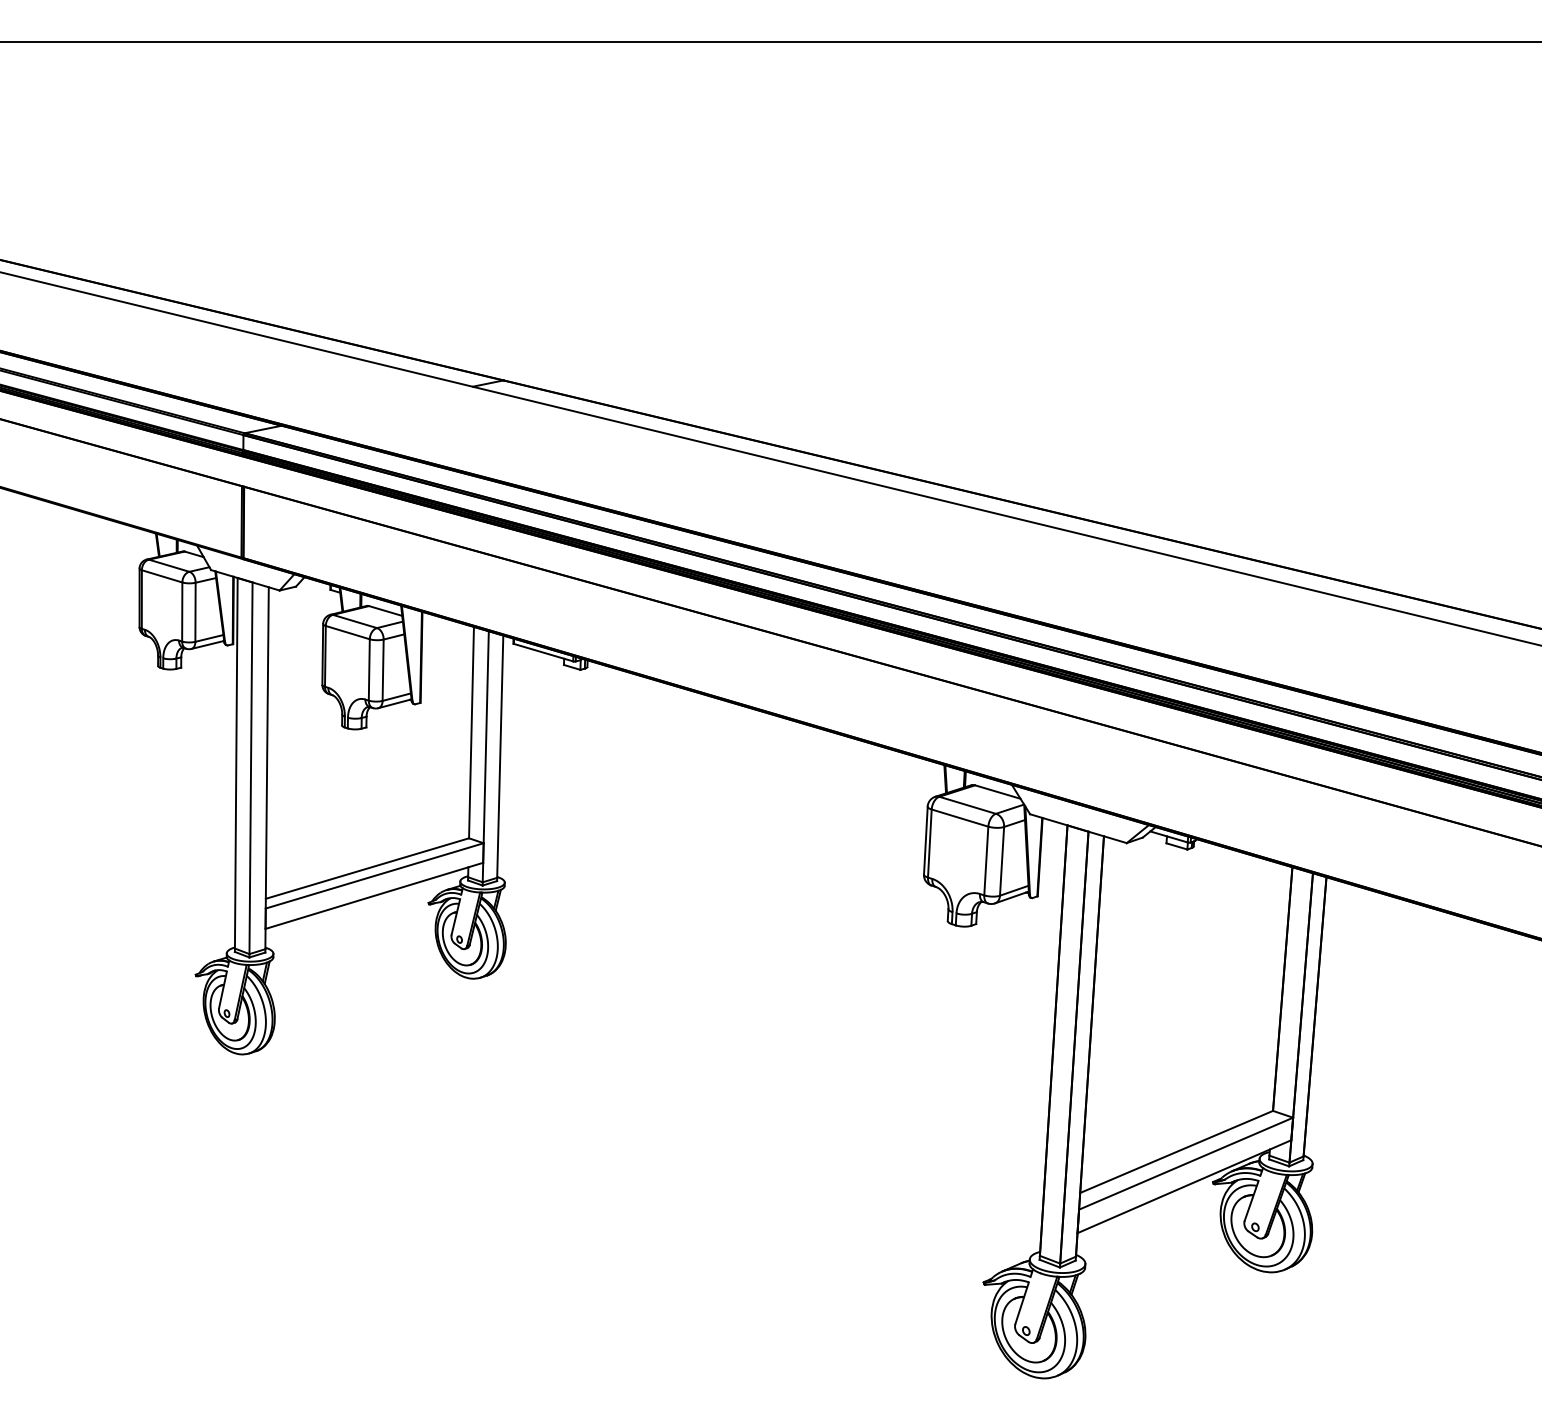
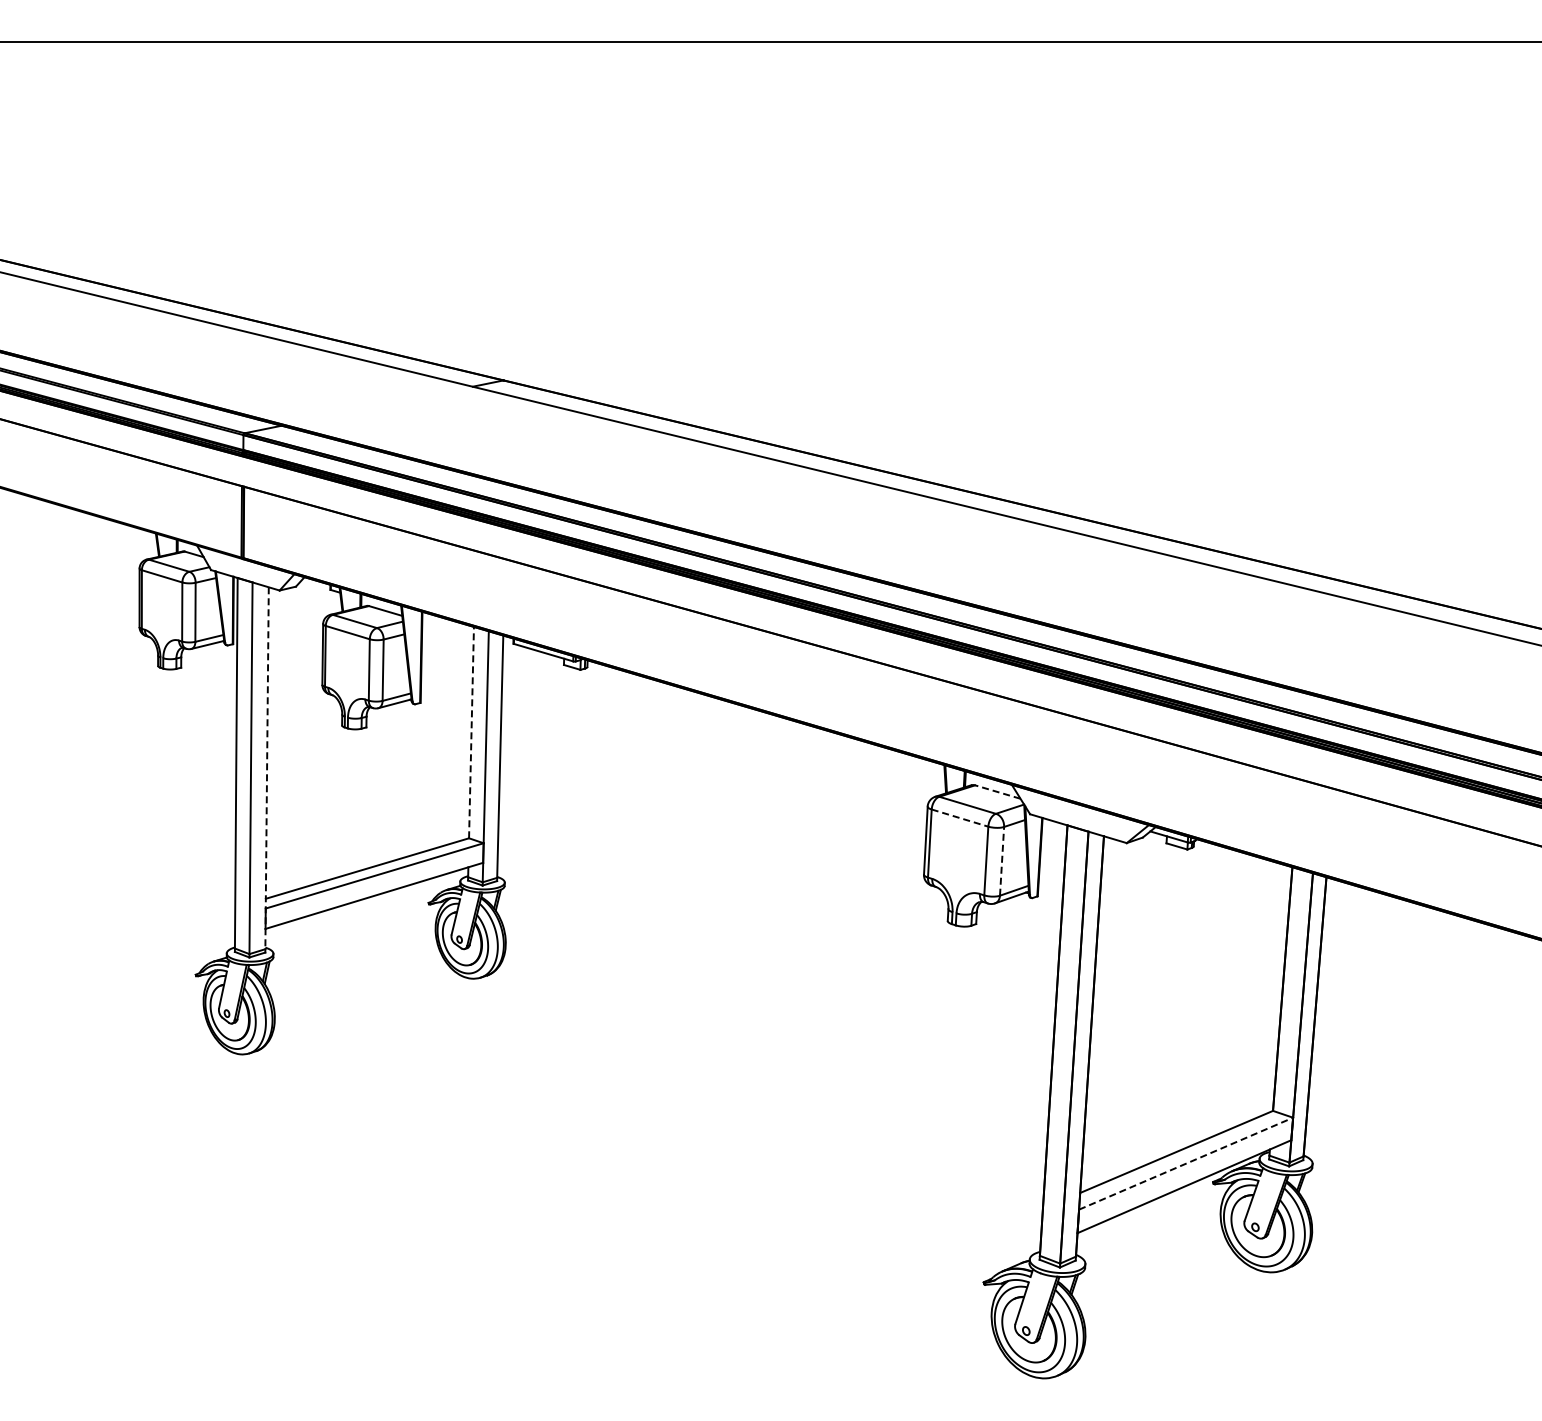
line at (471, 732): solid -> dashed
line at (267, 768): solid -> dashed
line at (997, 792): solid -> dashed
line at (960, 818): solid -> dashed
line at (1002, 860): solid -> dashed
line at (1186, 1163): solid -> dashed
